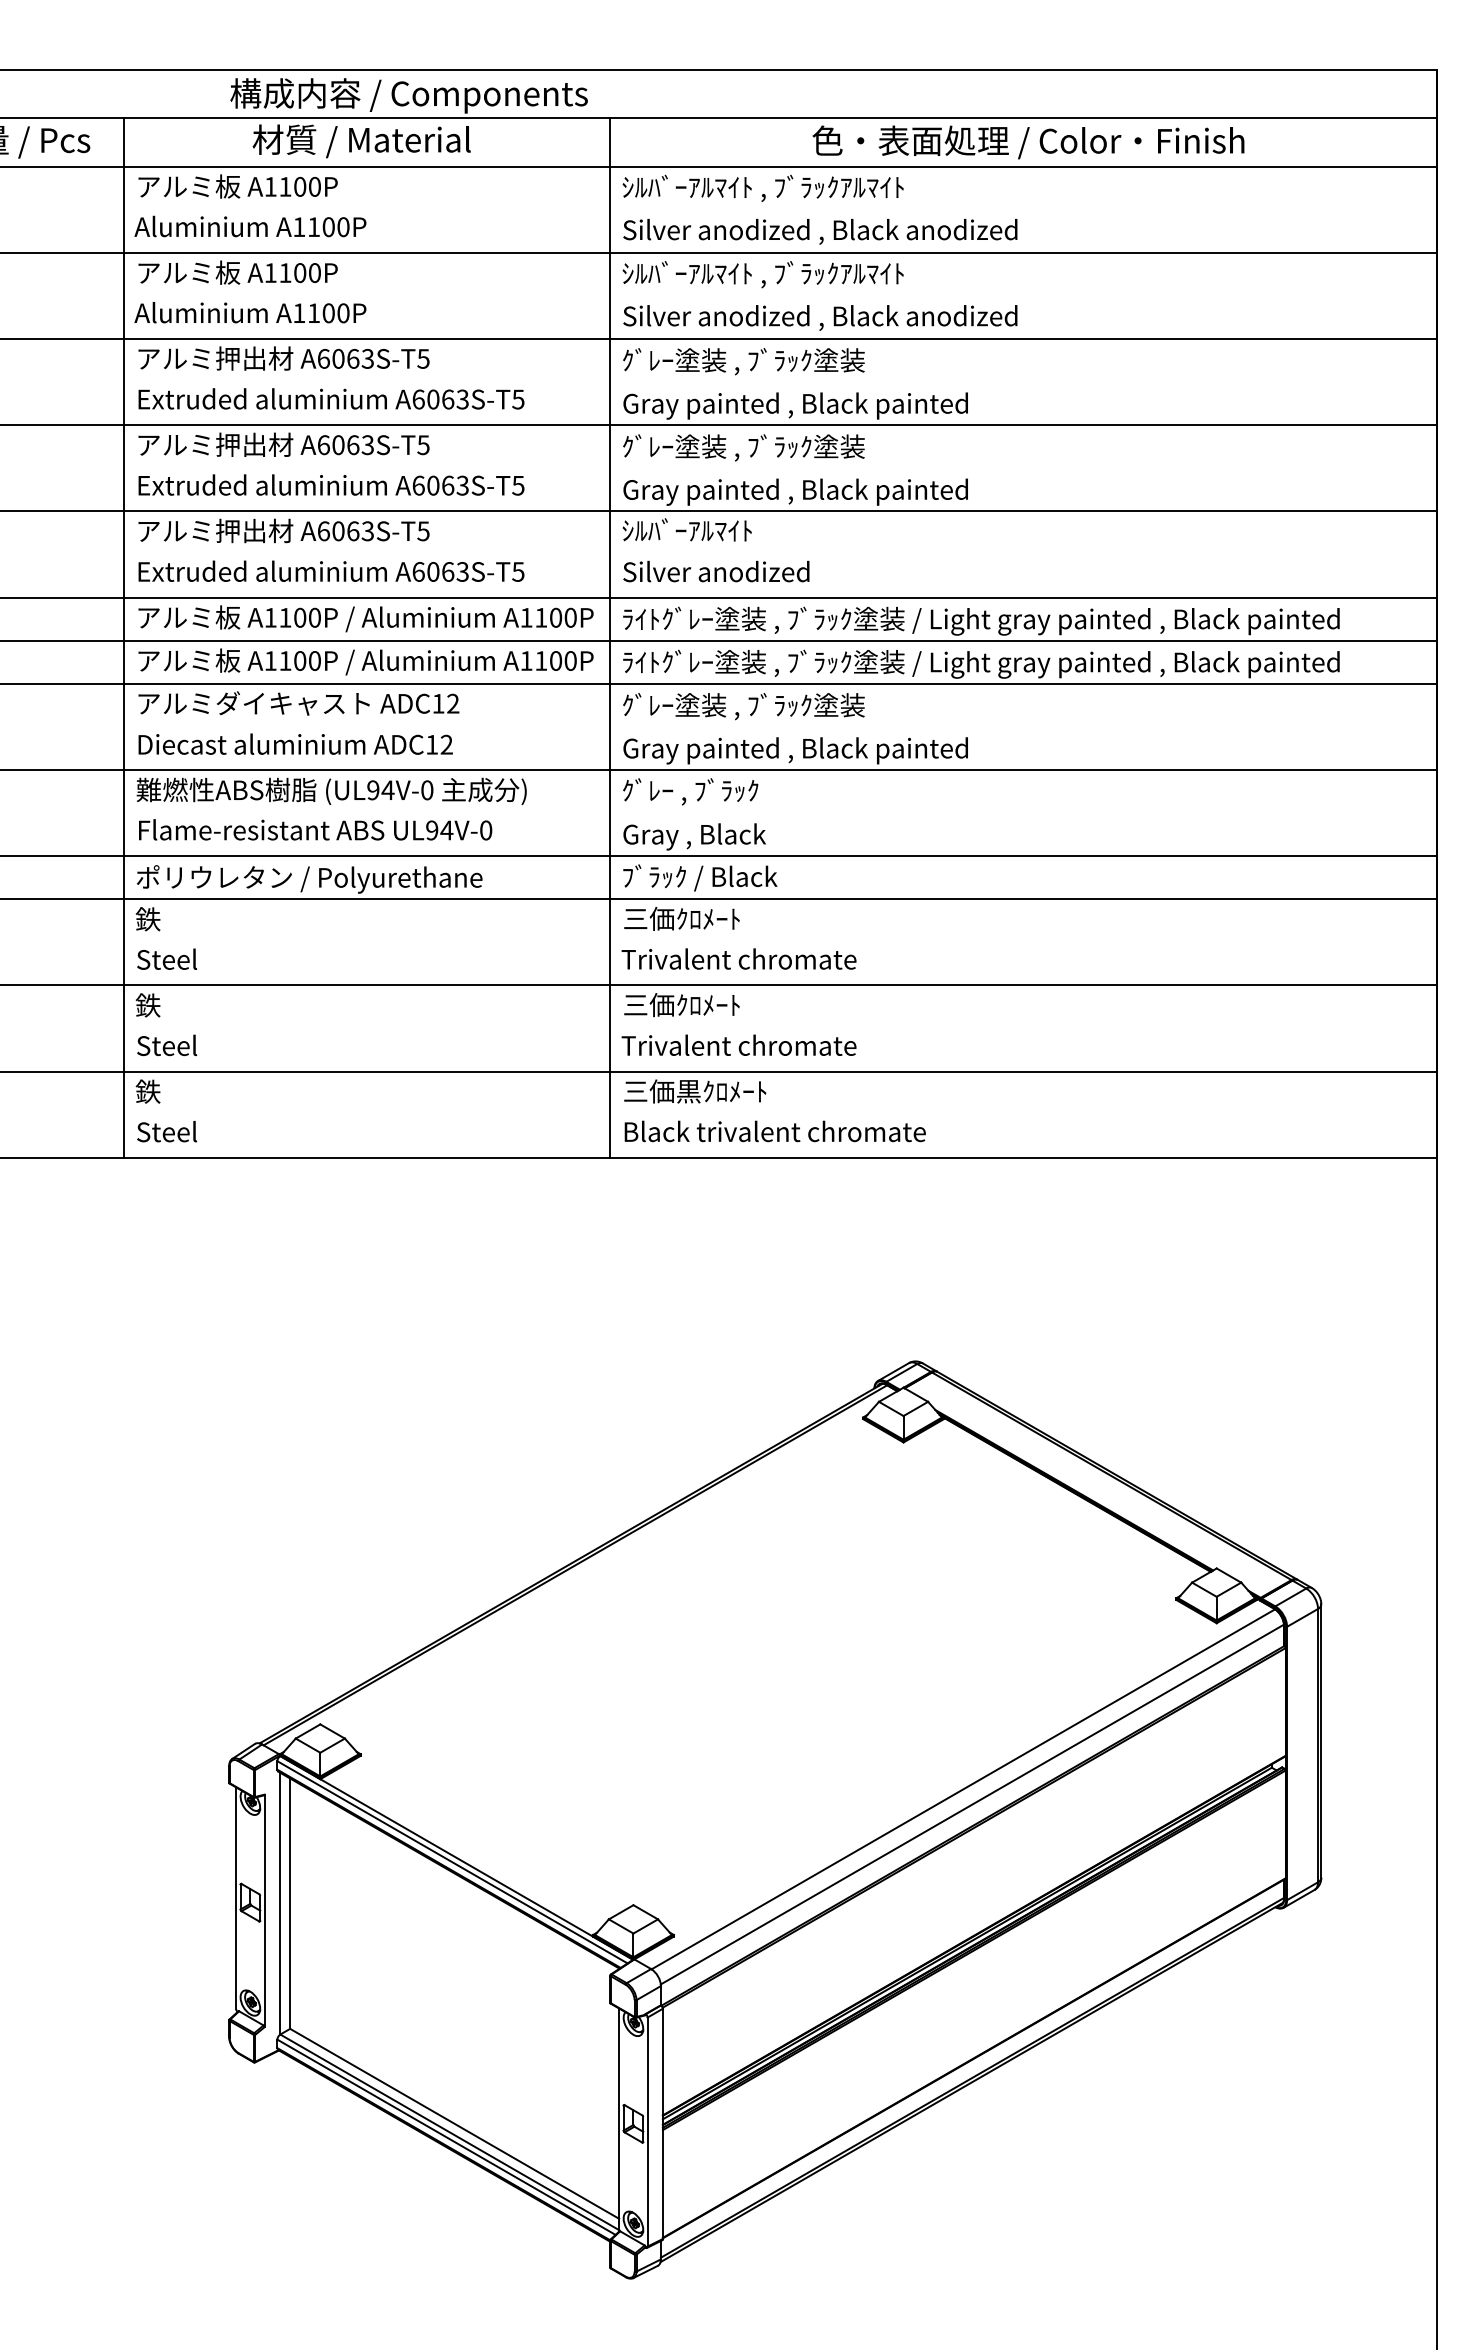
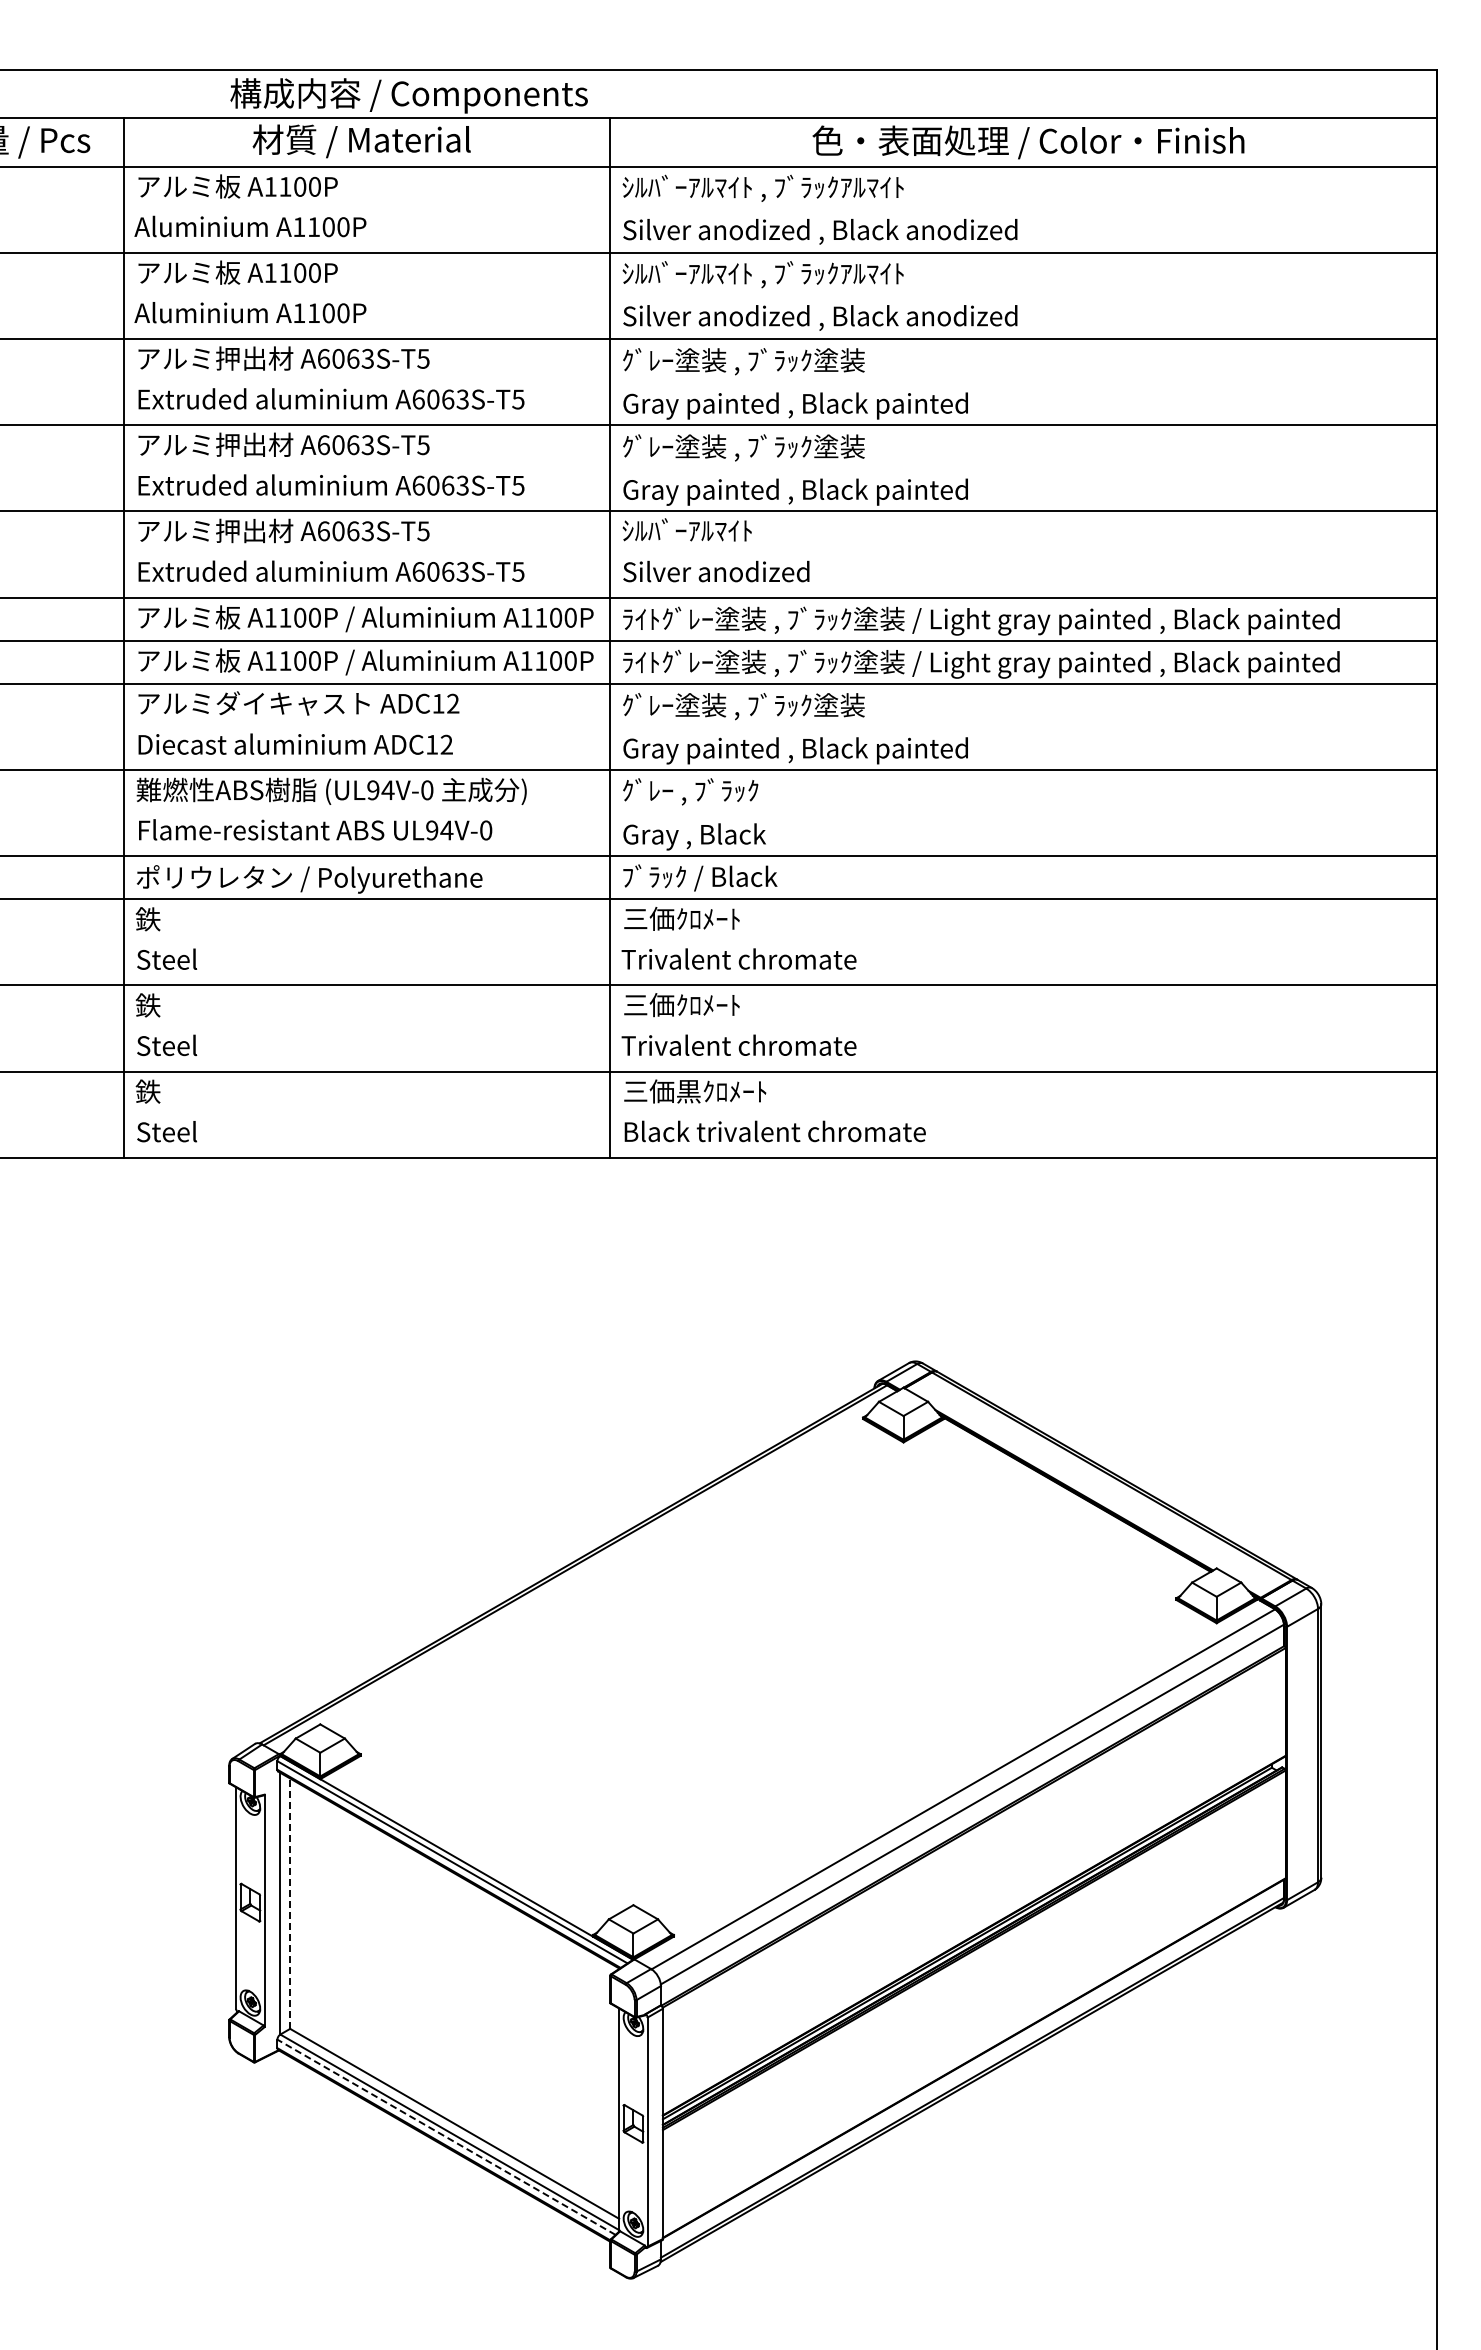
line at (289, 1903): solid -> dashed
line at (446, 2137): solid -> dashed
